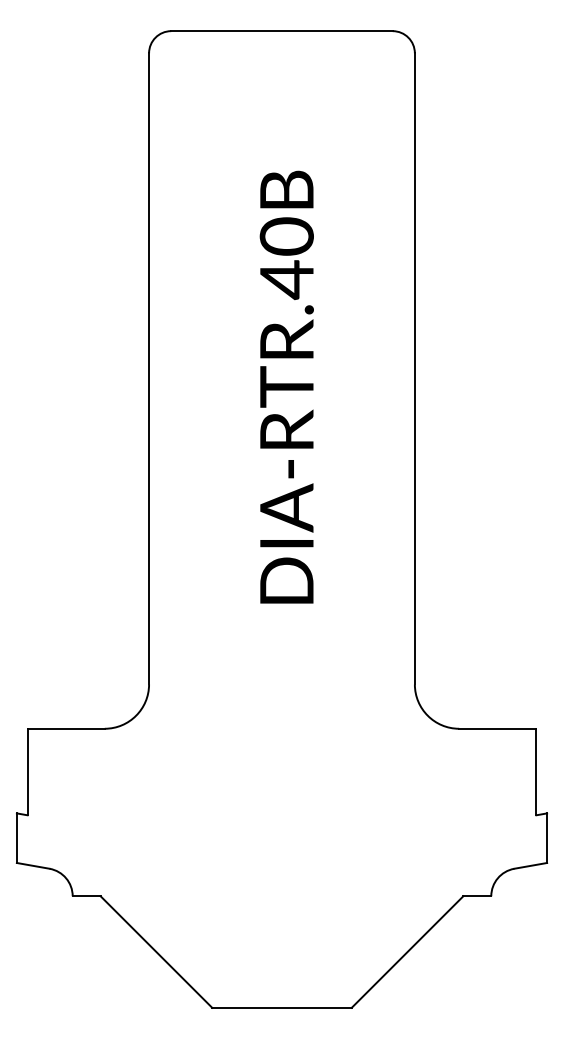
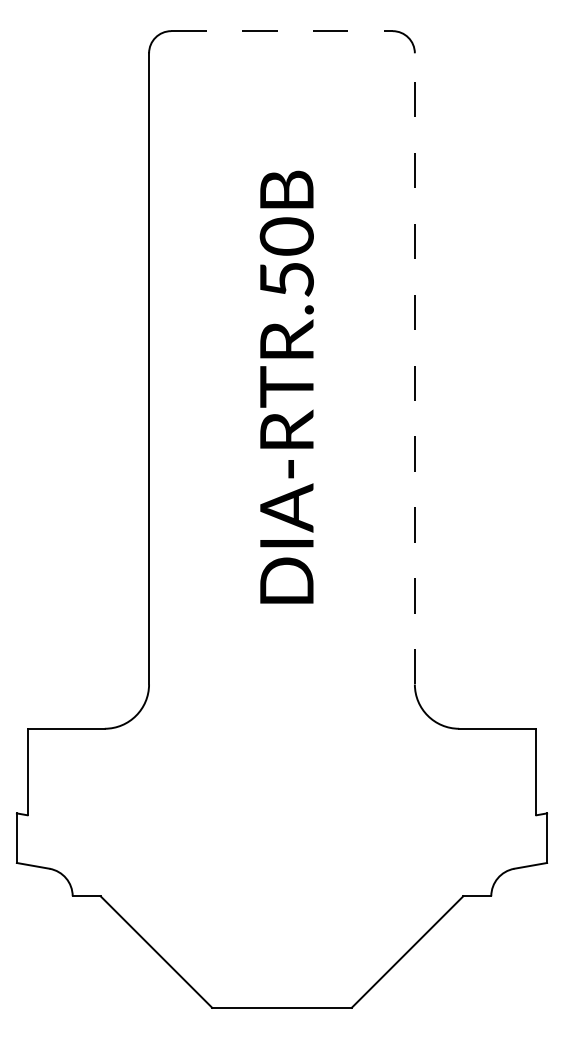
line at (281, 31): solid -> dashed
text at (286, 280): DIA-RTR.40B -> DIA-RTR.50B
line at (414, 368): solid -> dashed
